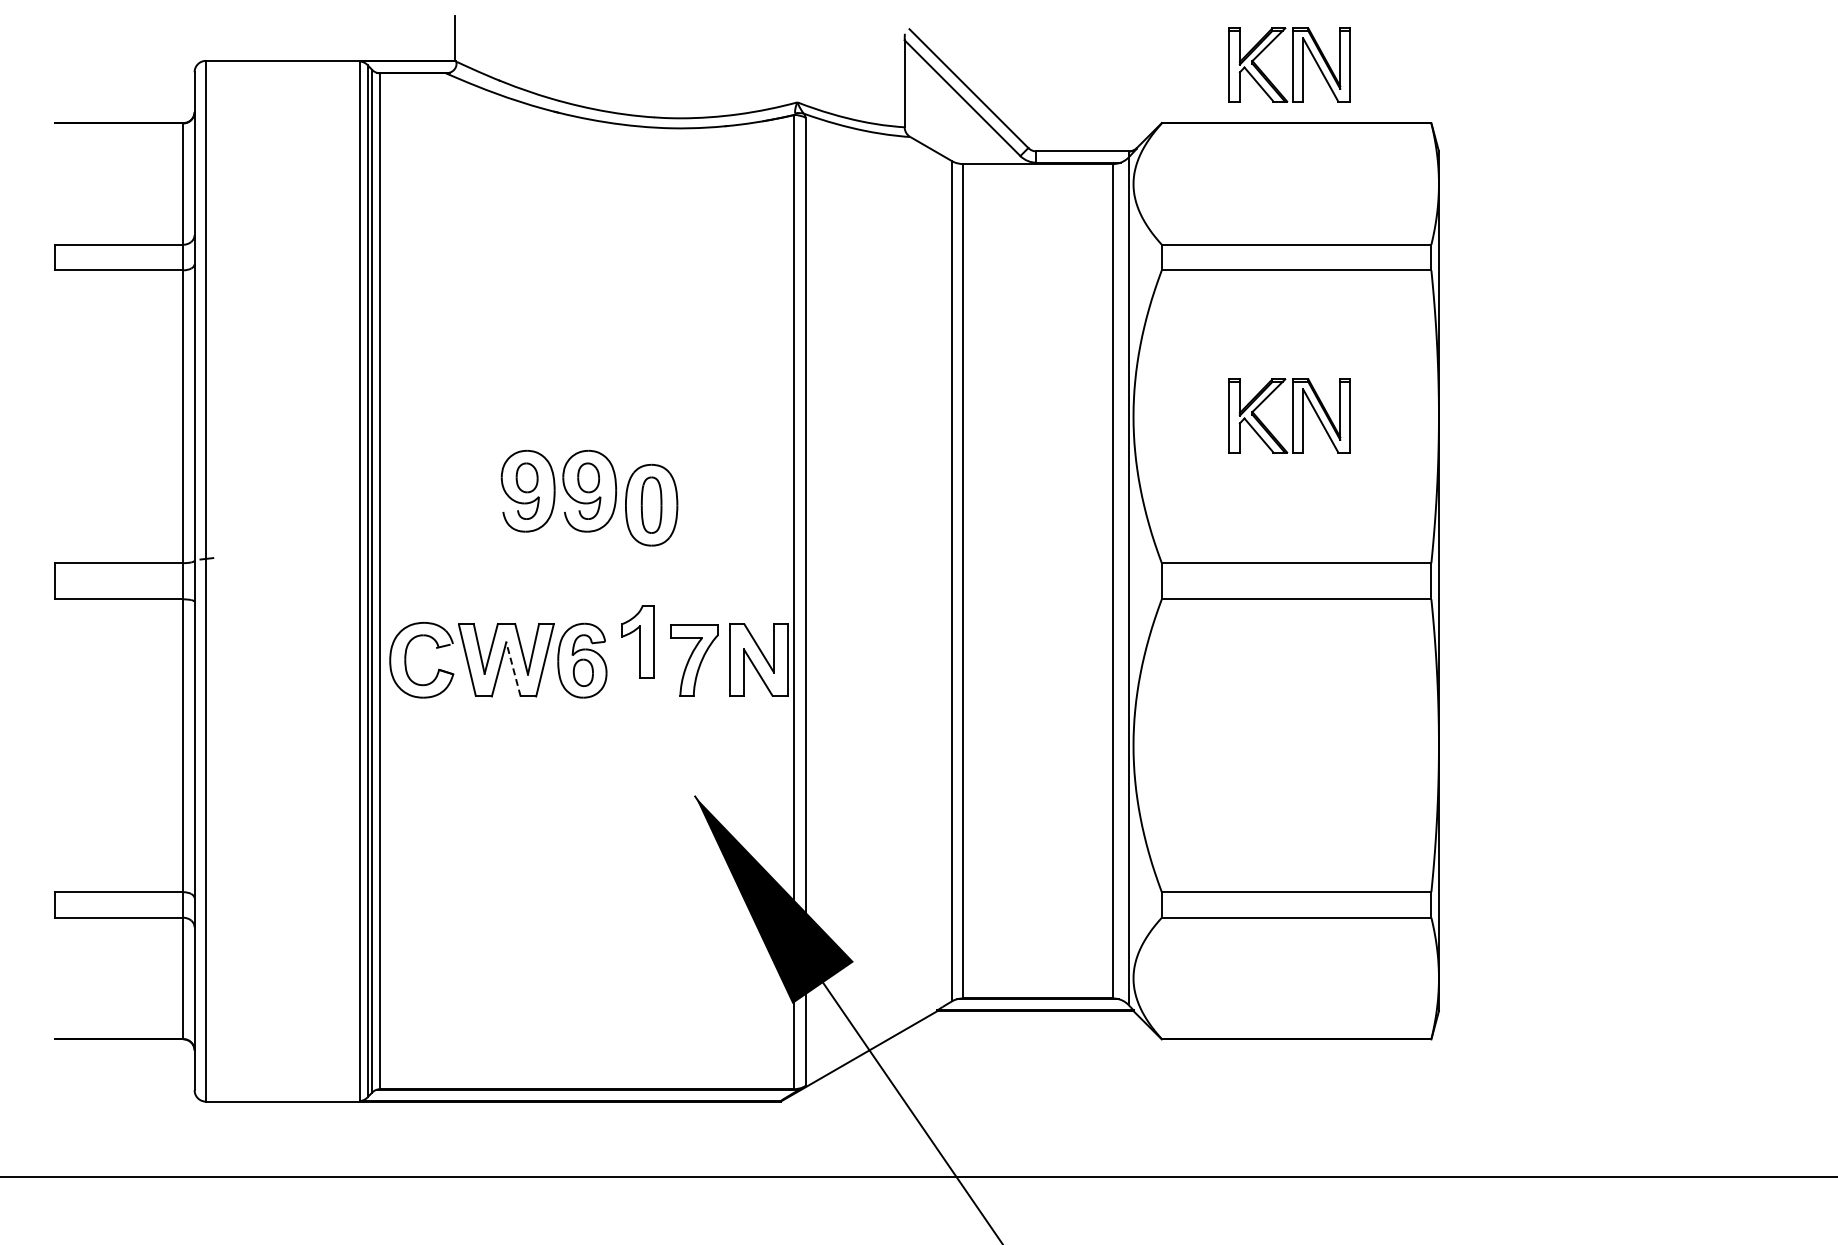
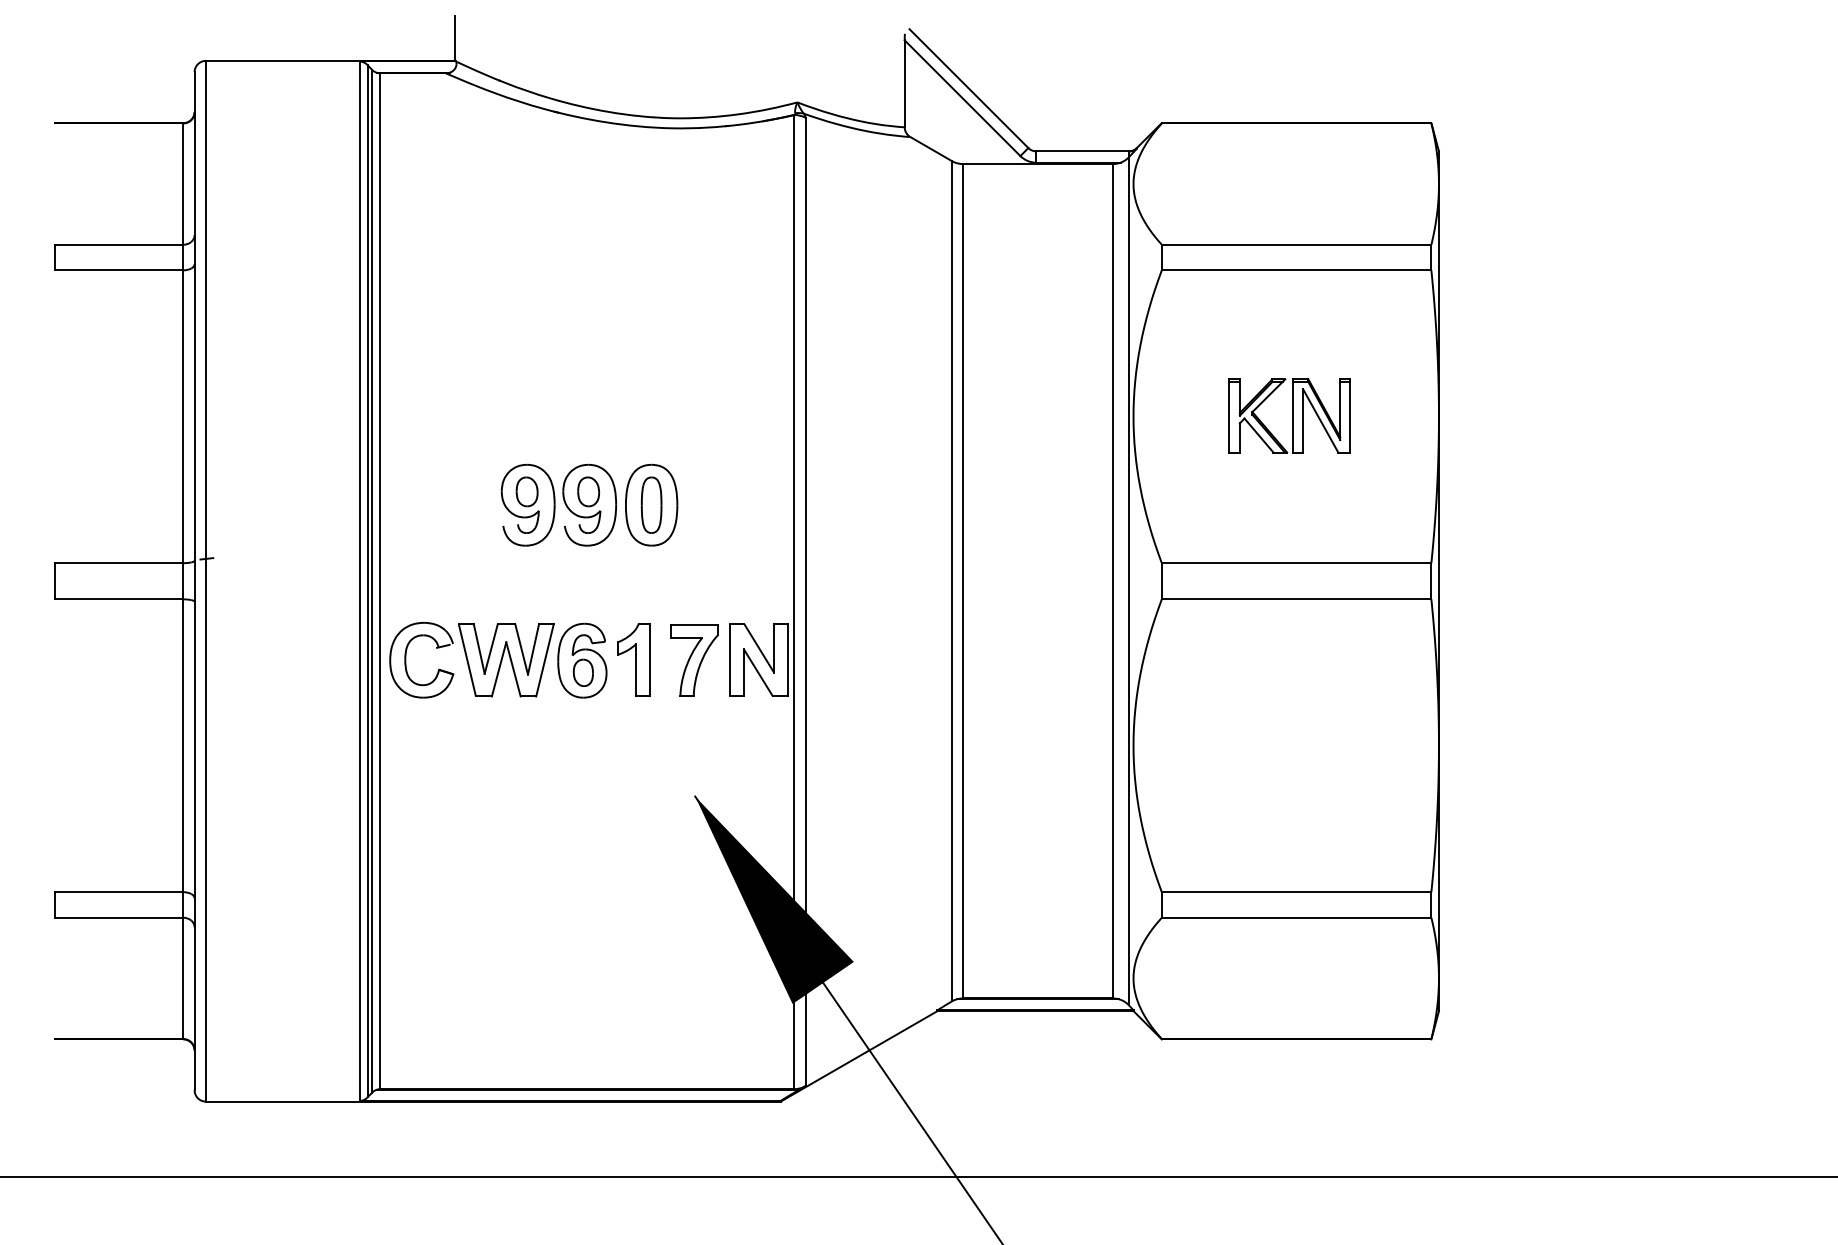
part at (1289, 64): present -> none
part at (558, 491) position: (558, 491) -> (558, 505)
part at (637, 641) position: (637, 641) -> (633, 659)
line at (513, 668): dashed -> solid
